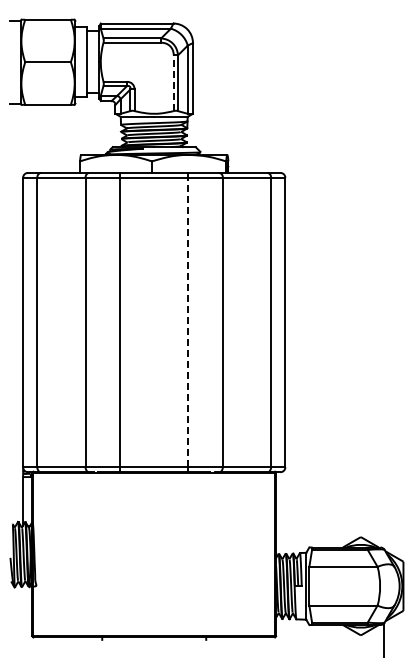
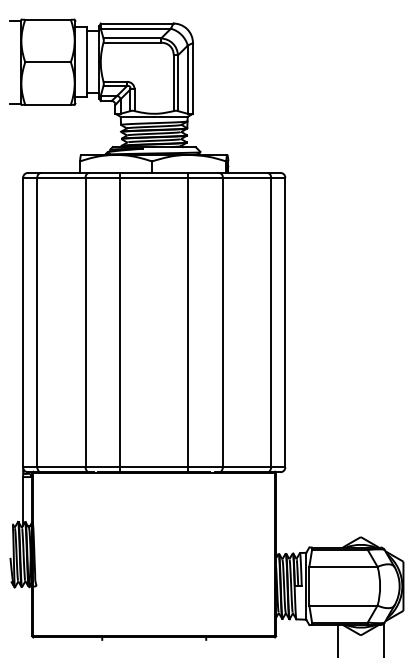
line at (173, 83): dashed -> solid
line at (188, 322): dashed -> solid
line at (337, 639): none -> present
